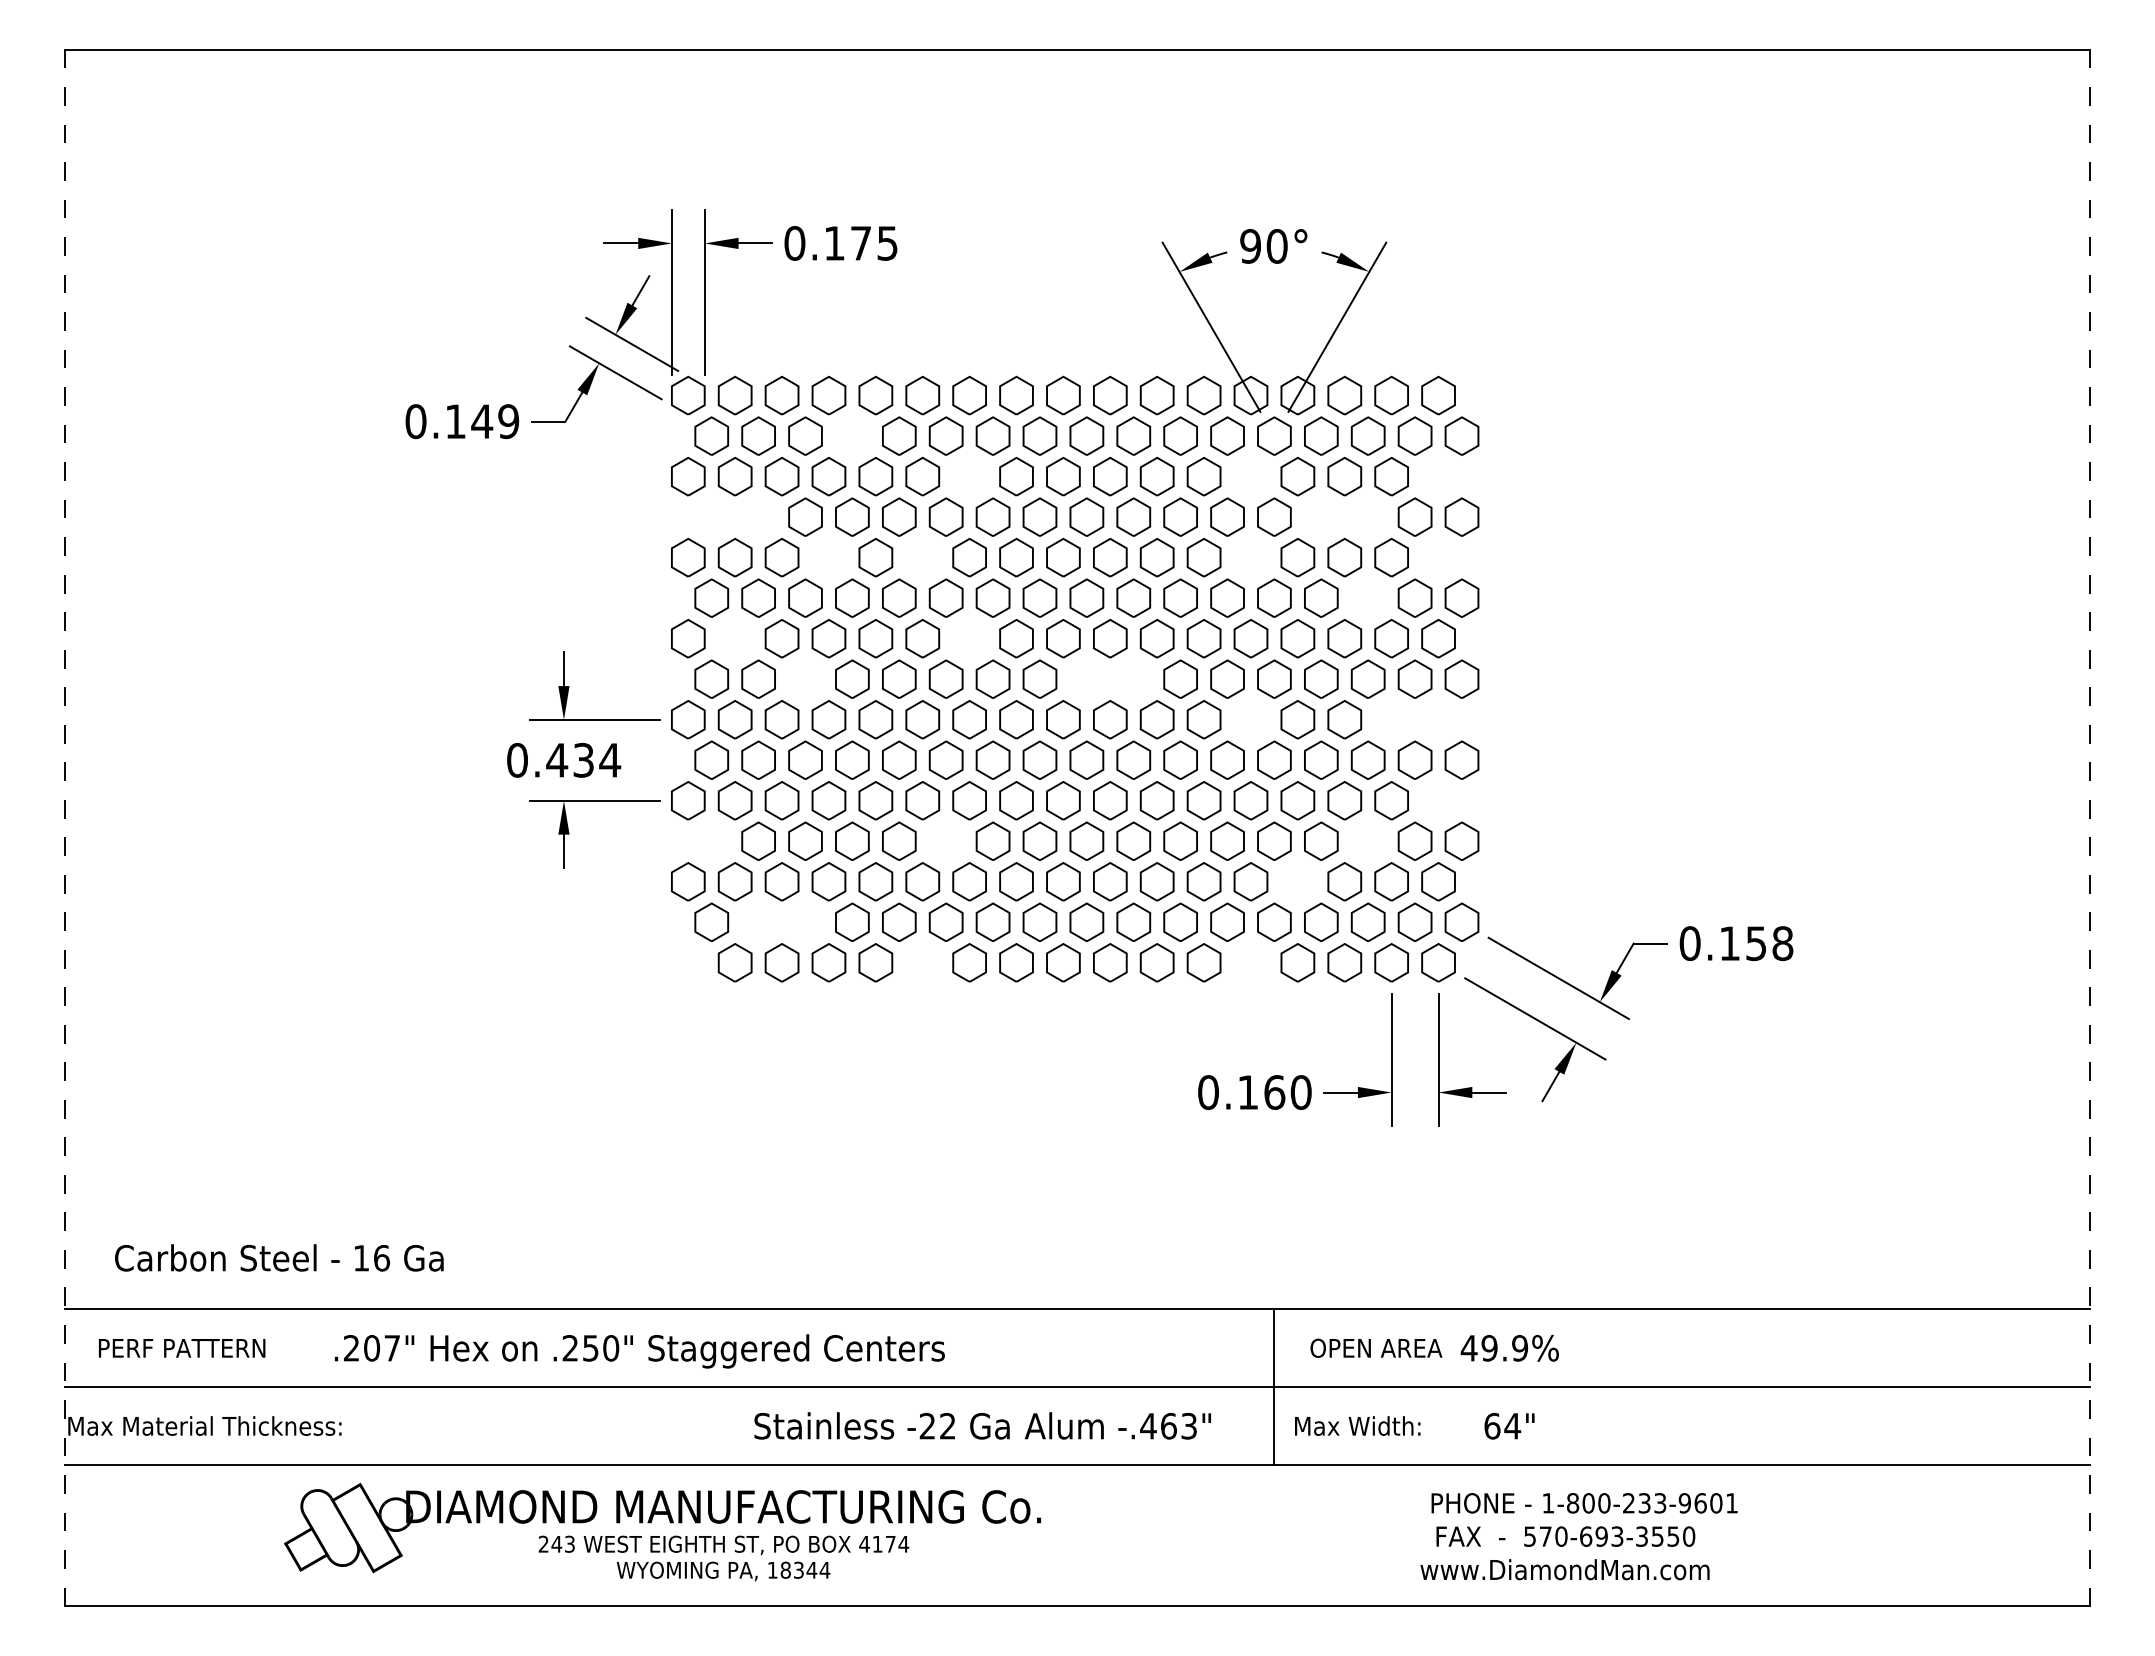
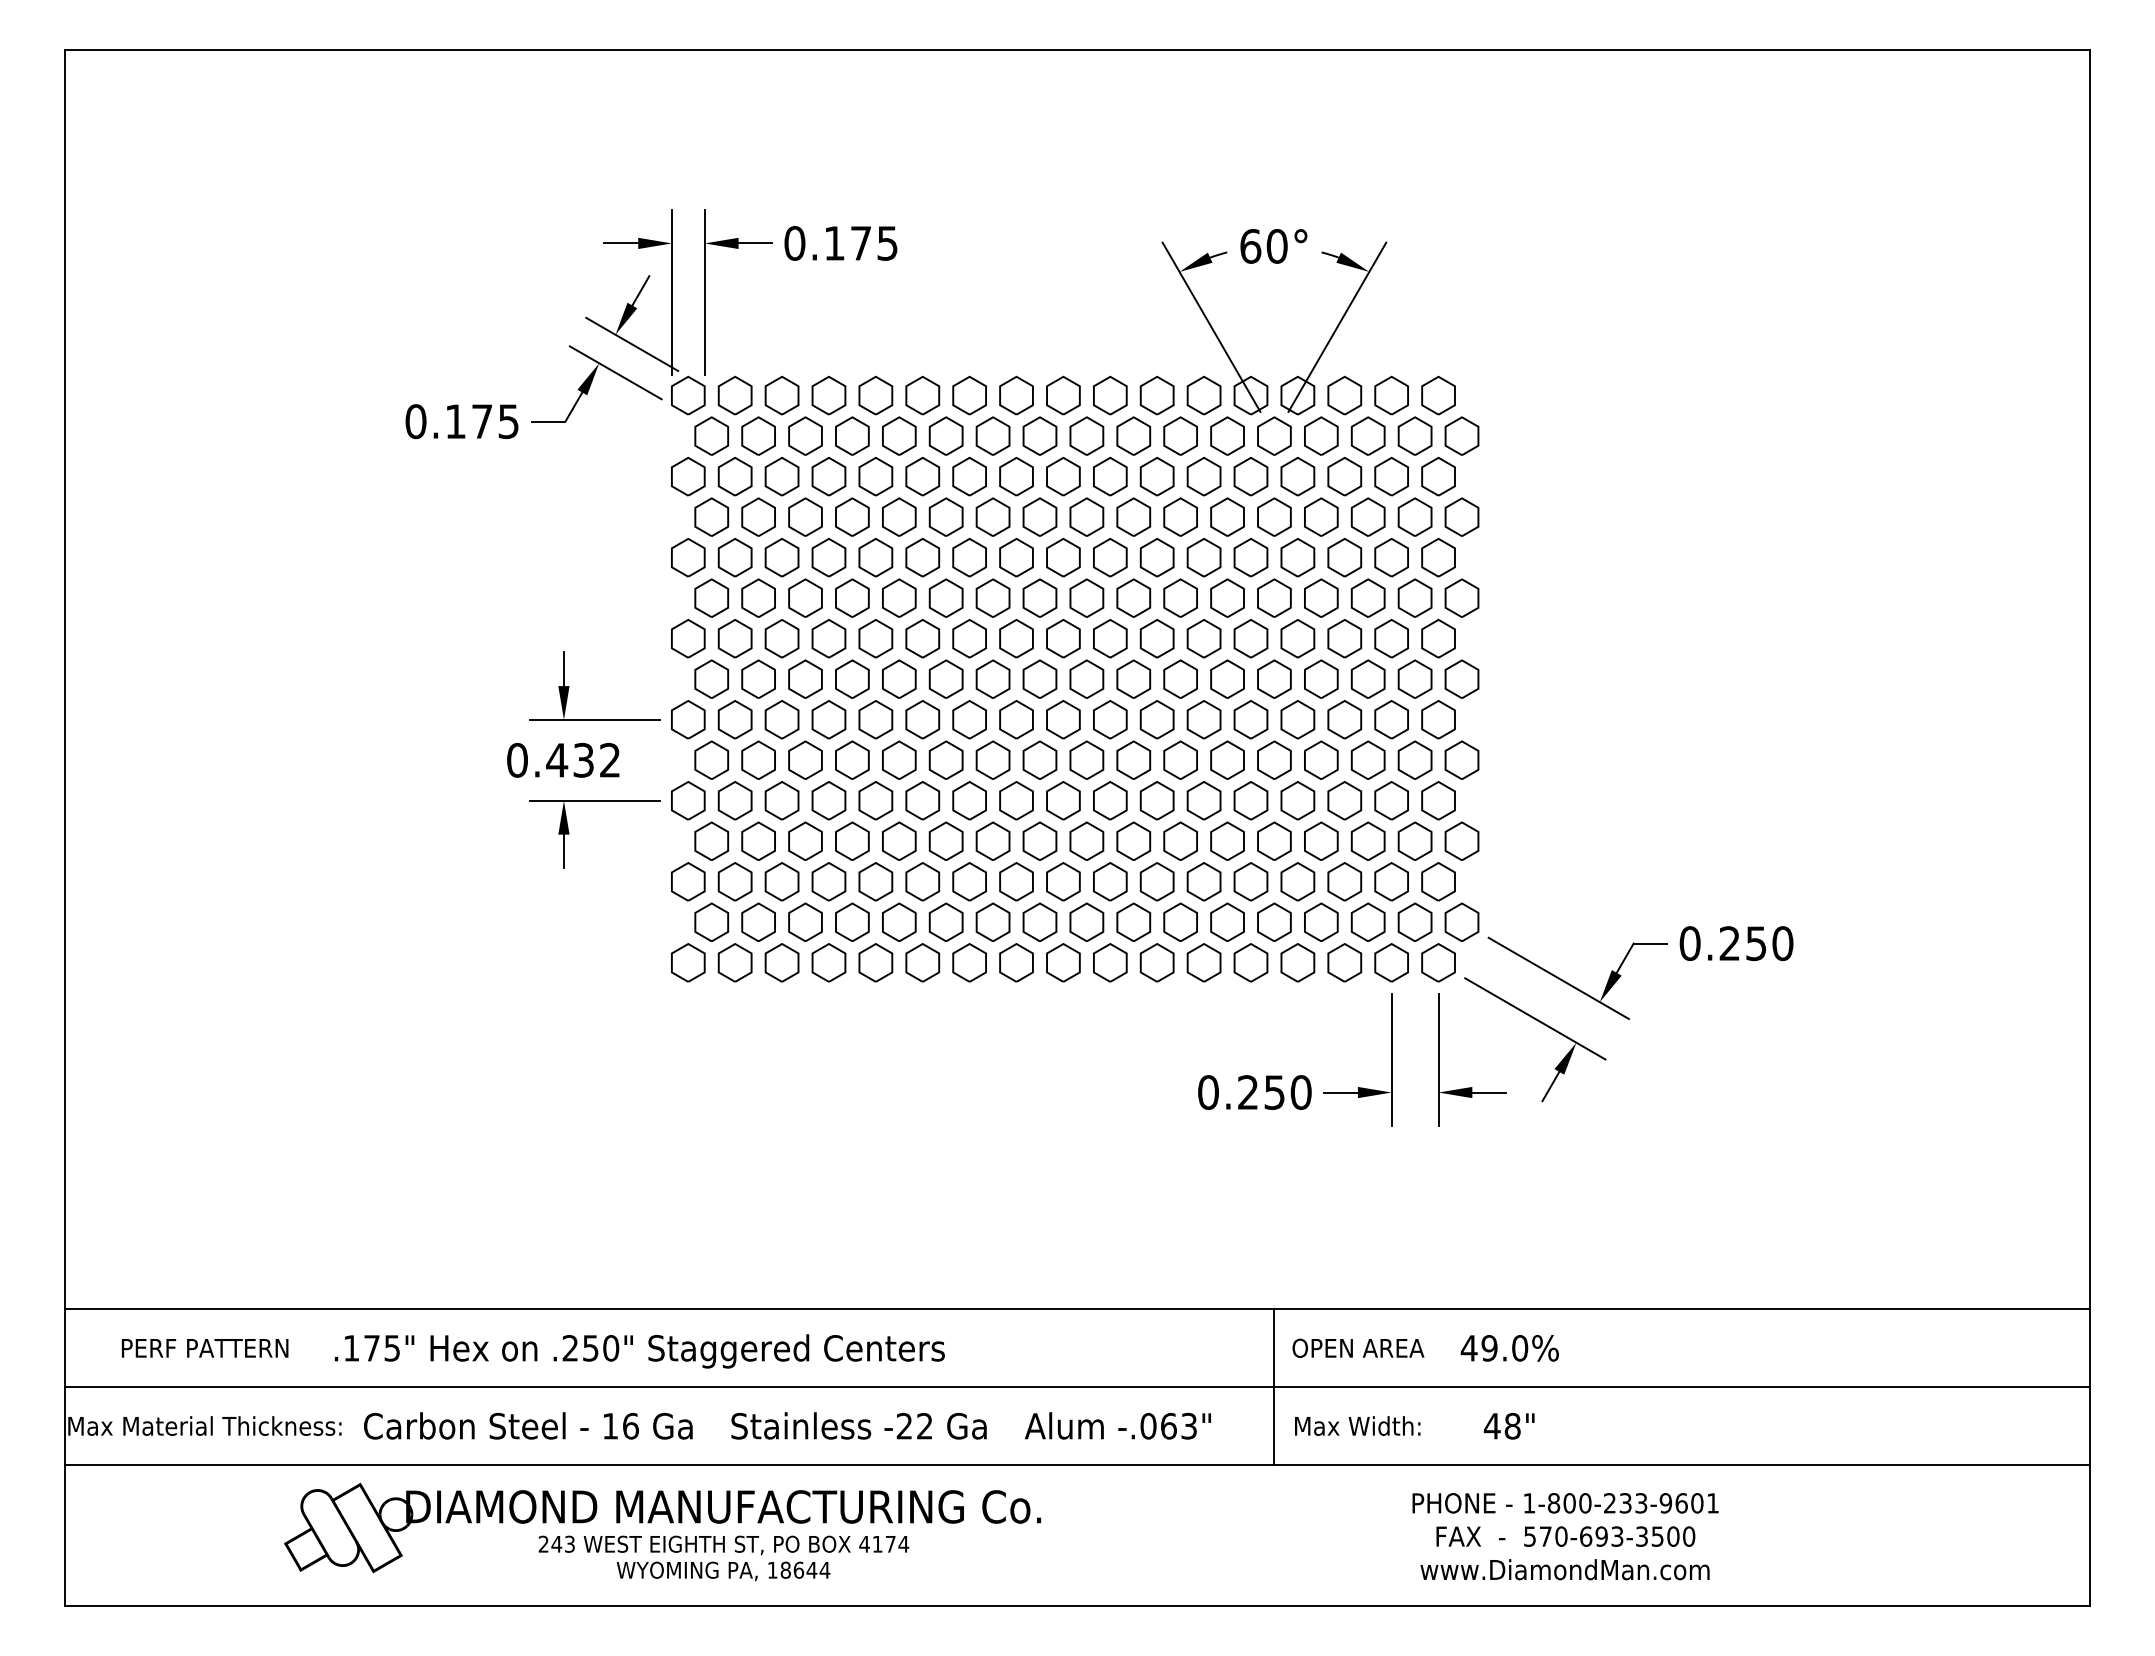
text at (1250, 246): 90° -> 60°
text at (495, 421): 0.149 -> 0.175
part at (852, 435): none -> present
part at (969, 476): none -> present
part at (1250, 476): none -> present
part at (1438, 476): none -> present
part at (711, 516): none -> present
part at (758, 516): none -> present
part at (1321, 516): none -> present
part at (1367, 516): none -> present
part at (828, 557): none -> present
part at (922, 557): none -> present
part at (1250, 557): none -> present
part at (1438, 557): none -> present
part at (1367, 597): none -> present
part at (734, 638): none -> present
part at (969, 638): none -> present
part at (805, 678): none -> present
part at (1086, 678): none -> present
part at (1133, 678): none -> present
part at (1250, 719): none -> present
part at (1391, 719): none -> present
part at (1438, 719): none -> present
text at (610, 759): 0.434 -> 0.432
part at (1438, 800): none -> present
line at (64, 828): dashed -> solid
line at (2090, 828): dashed -> solid
part at (711, 840): none -> present
part at (945, 840): none -> present
part at (1367, 840): none -> present
part at (1297, 881): none -> present
part at (758, 921): none -> present
part at (805, 921): none -> present
text at (1756, 943): 0.158 -> 0.250
part at (688, 962): none -> present
part at (922, 962): none -> present
part at (1250, 962): none -> present
text at (1261, 1092): 0.160 -> 0.250
text at (279, 1257) position: (279, 1257) -> (528, 1425)
text at (1376, 1347) position: (1376, 1347) -> (1358, 1347)
text at (182, 1348) position: (182, 1348) -> (205, 1348)
text at (371, 1348): .207" -> .175"
text at (1520, 1348): 49.9%%% -> 49.0%%%
text at (881, 1425) position: (881, 1425) -> (858, 1425)
text at (1148, 1425): -.463" -> -.063"
text at (1502, 1425): 64" -> 48"
text at (1584, 1503) position: (1584, 1503) -> (1565, 1503)
text at (1673, 1536): 570-693-3550 -> 570-693-3500
text at (798, 1569): 18344 -> 18644
